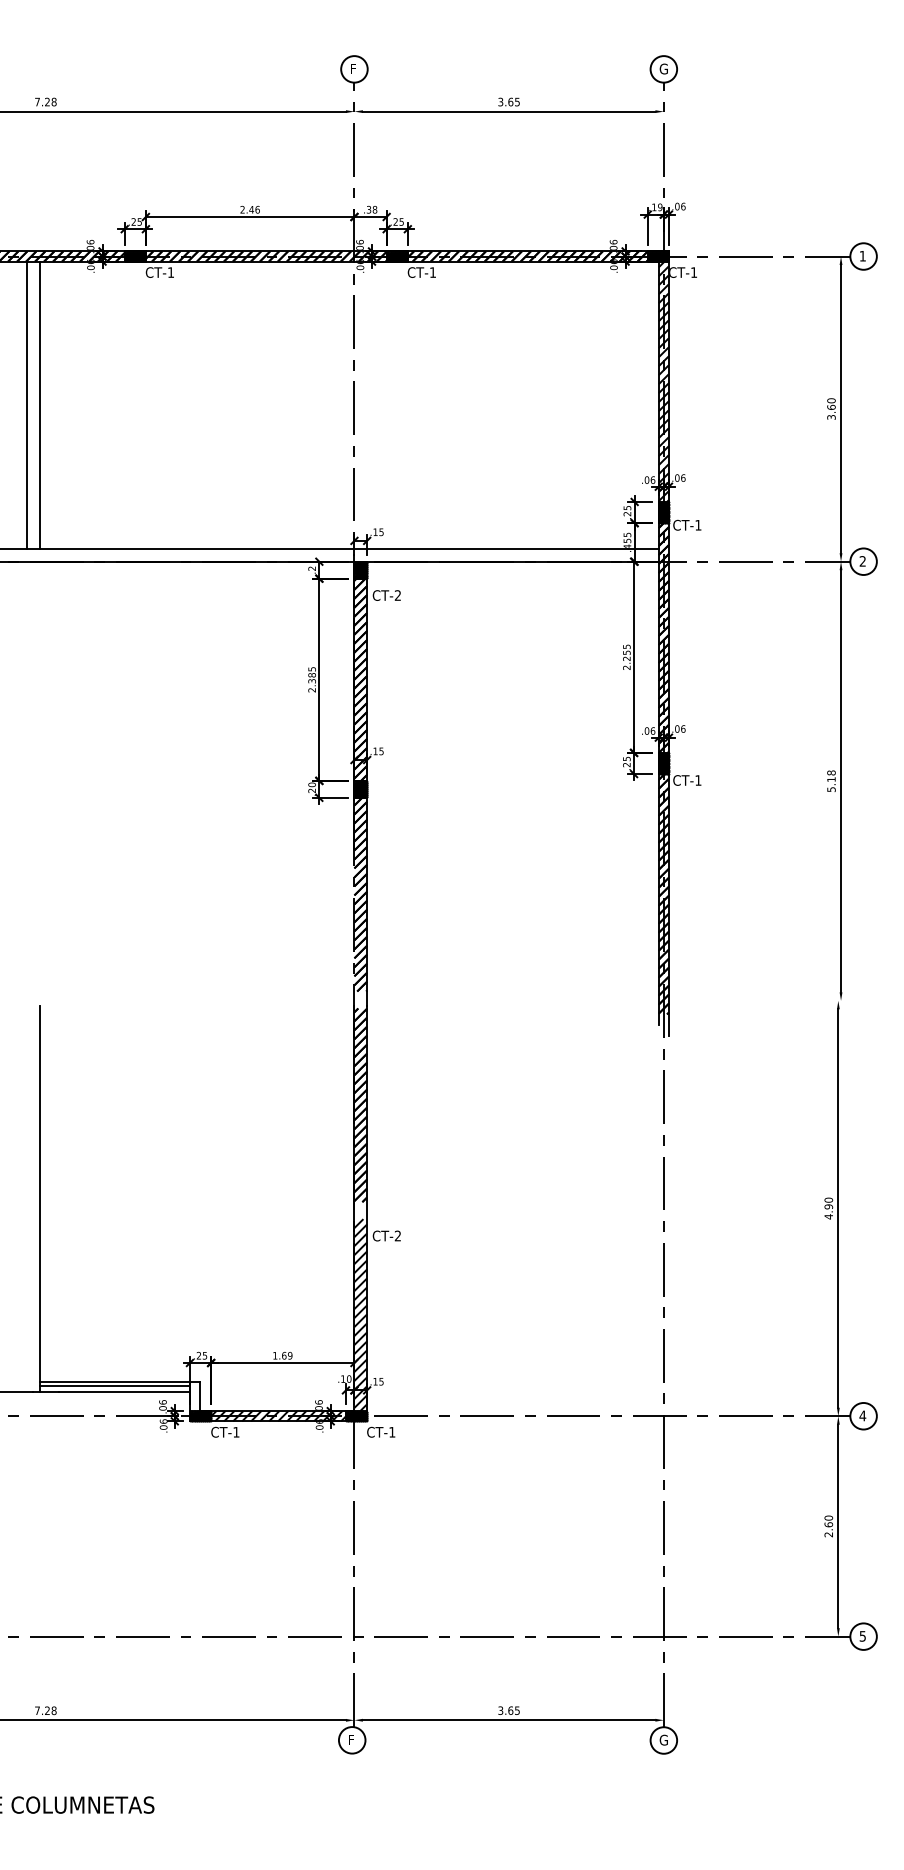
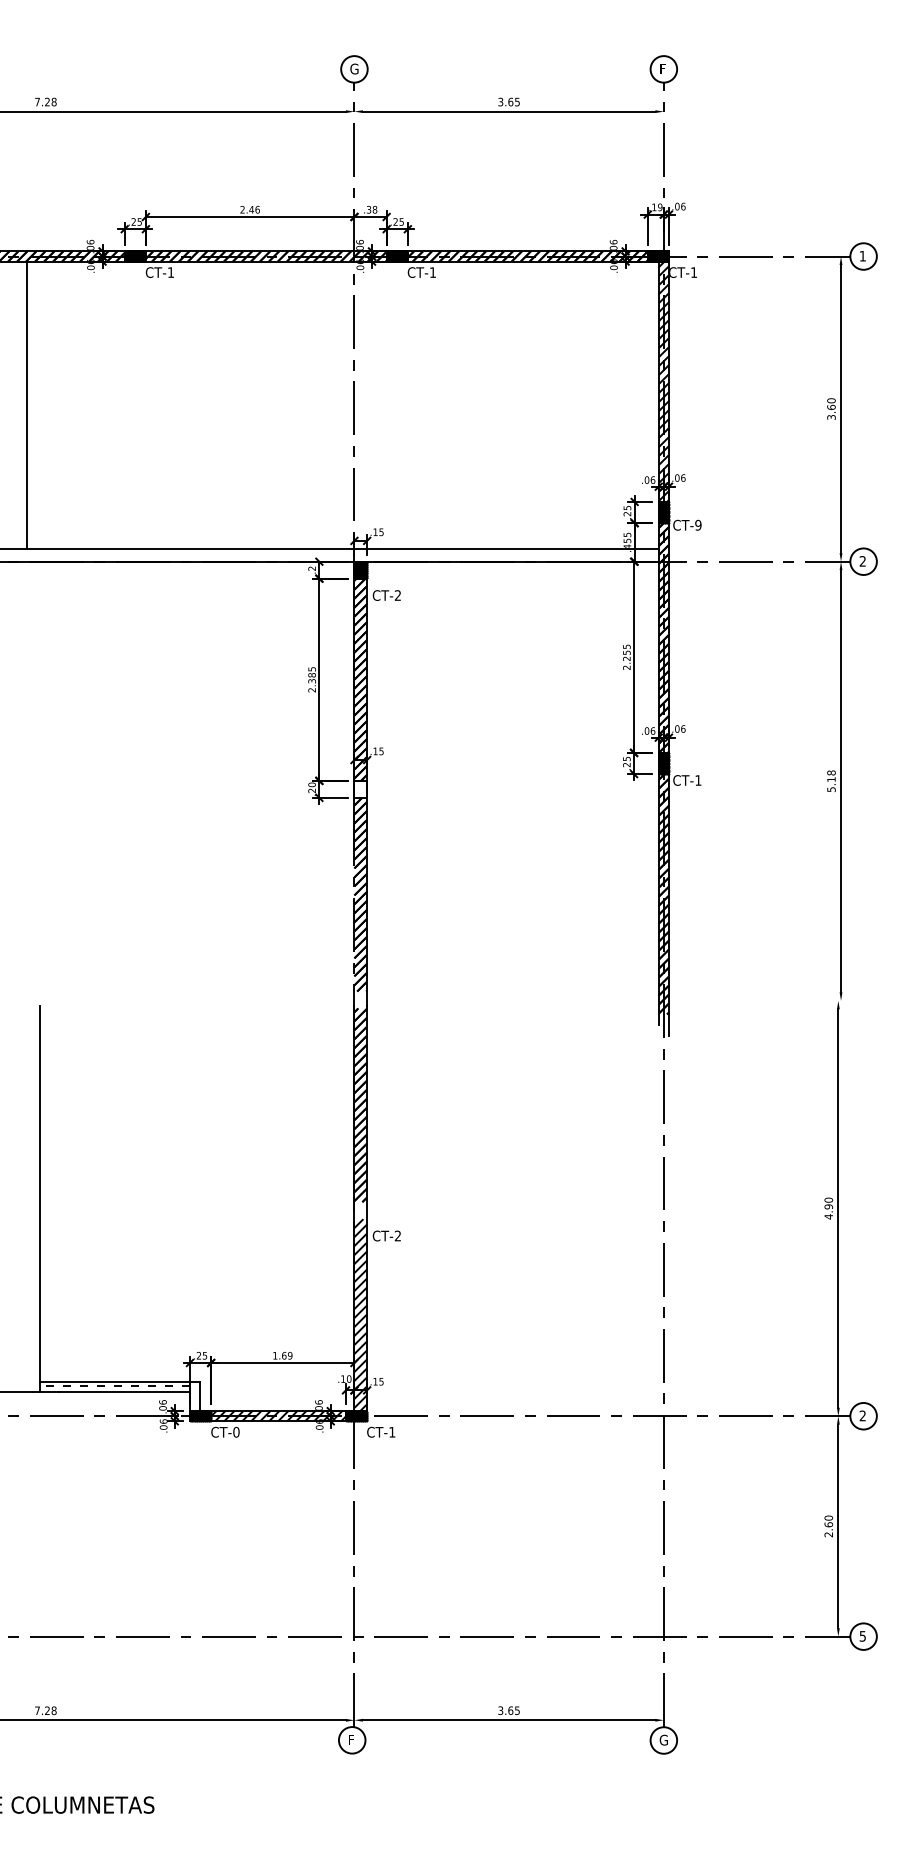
text at (354, 68): F -> G
text at (663, 68): G -> F
line at (39, 405): present -> none
text at (698, 524): CT-1 -> CT-9
hatch at (360, 789): present -> none
line at (114, 1386): solid -> dashed
text at (862, 1415): 4 -> 2
text at (236, 1431): CT-1 -> CT-0
